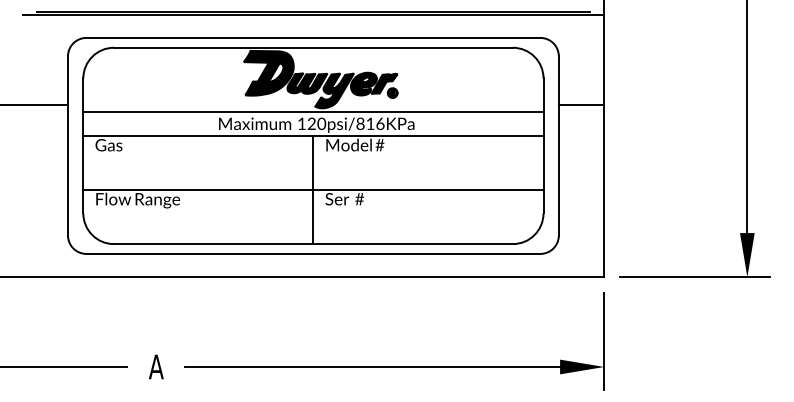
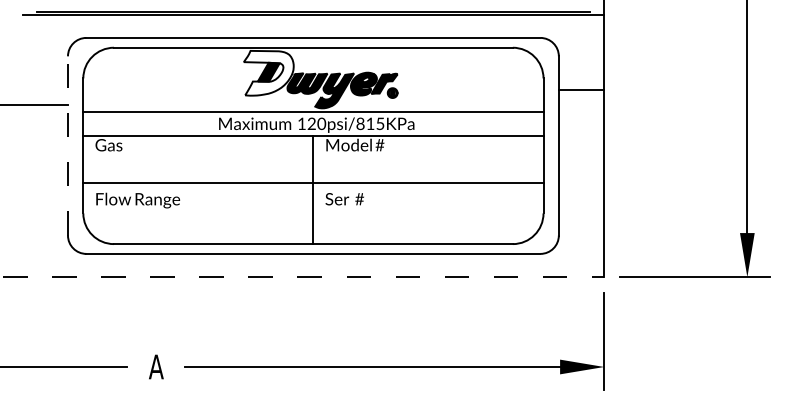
fill at (268, 72): present -> none
line at (581, 105) position: (581, 105) -> (581, 90)
text at (380, 123): 120psi/816KPa -> 120psi/815KPa
line at (67, 145): solid -> dashed
line at (313, 190) position: (313, 190) -> (313, 183)
line at (302, 277): solid -> dashed
